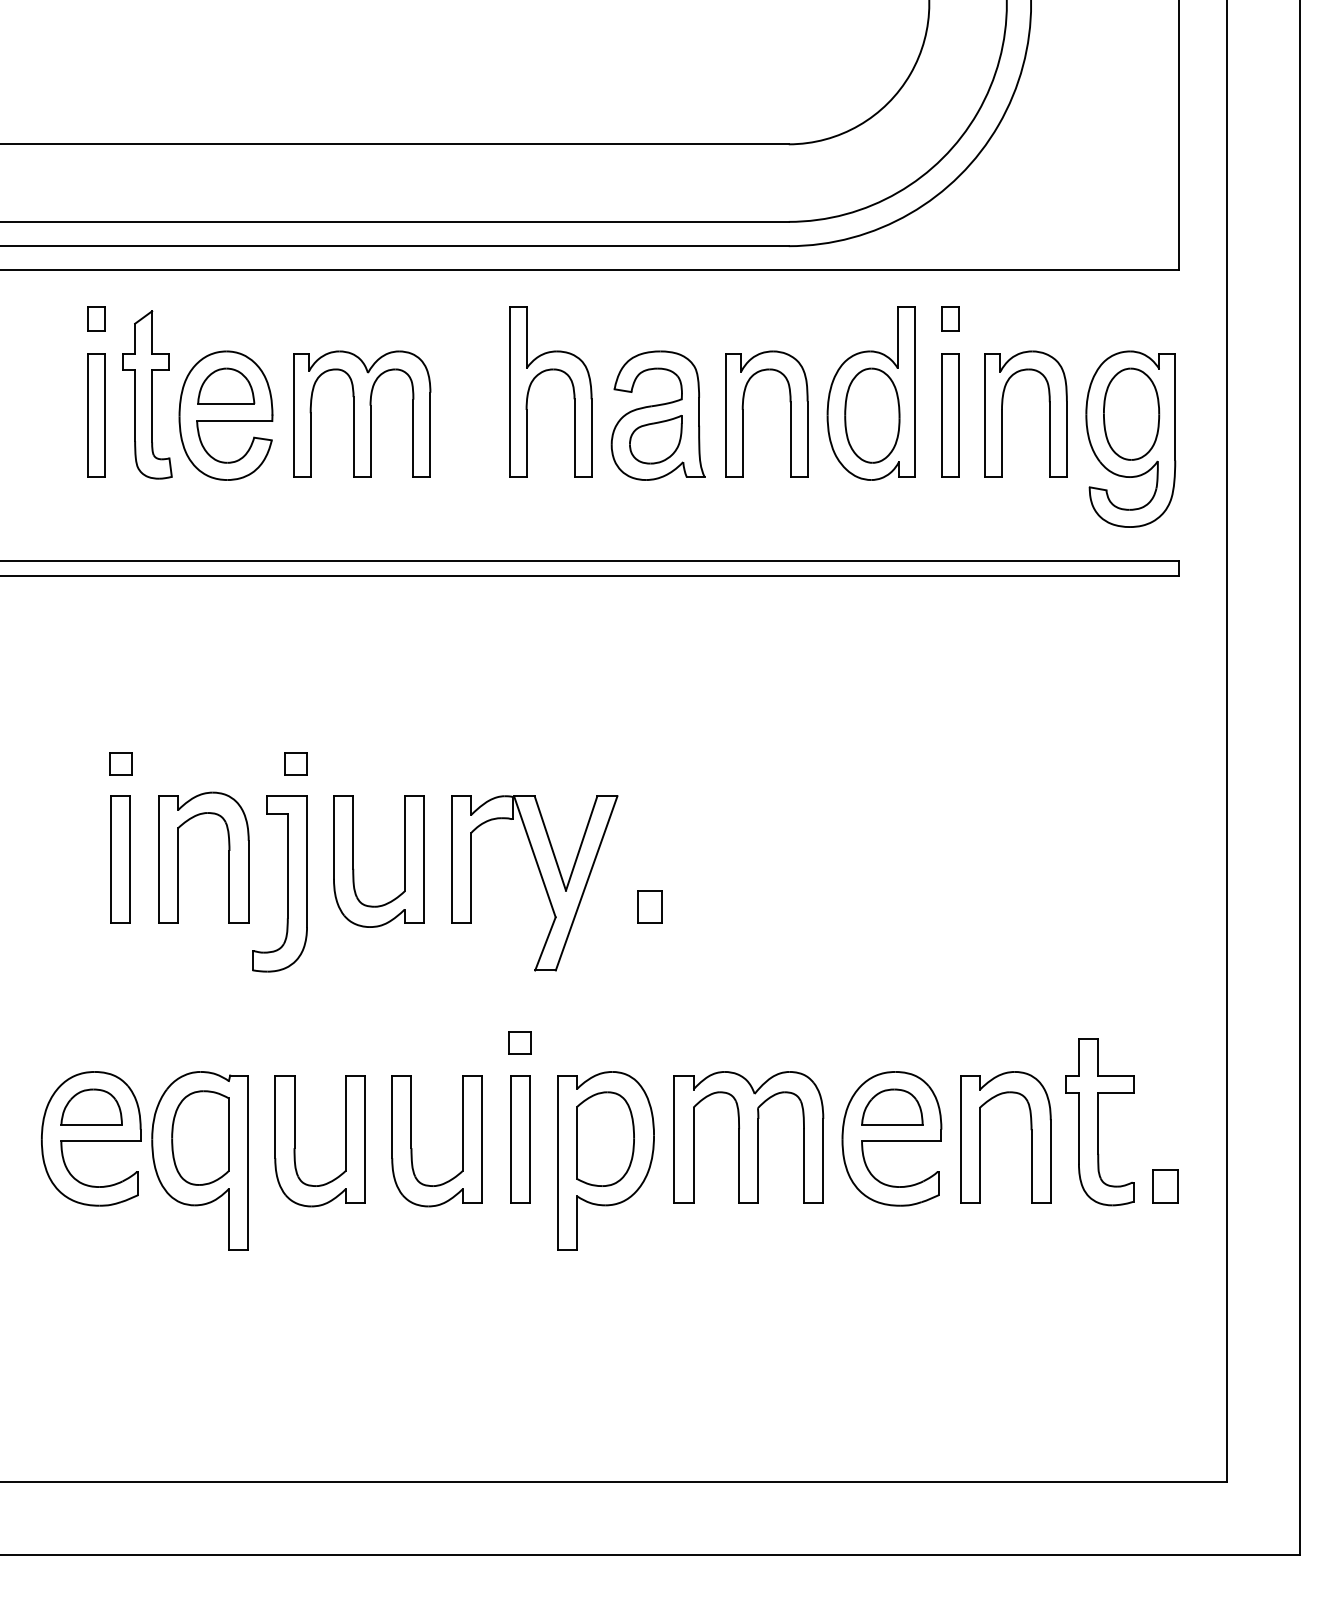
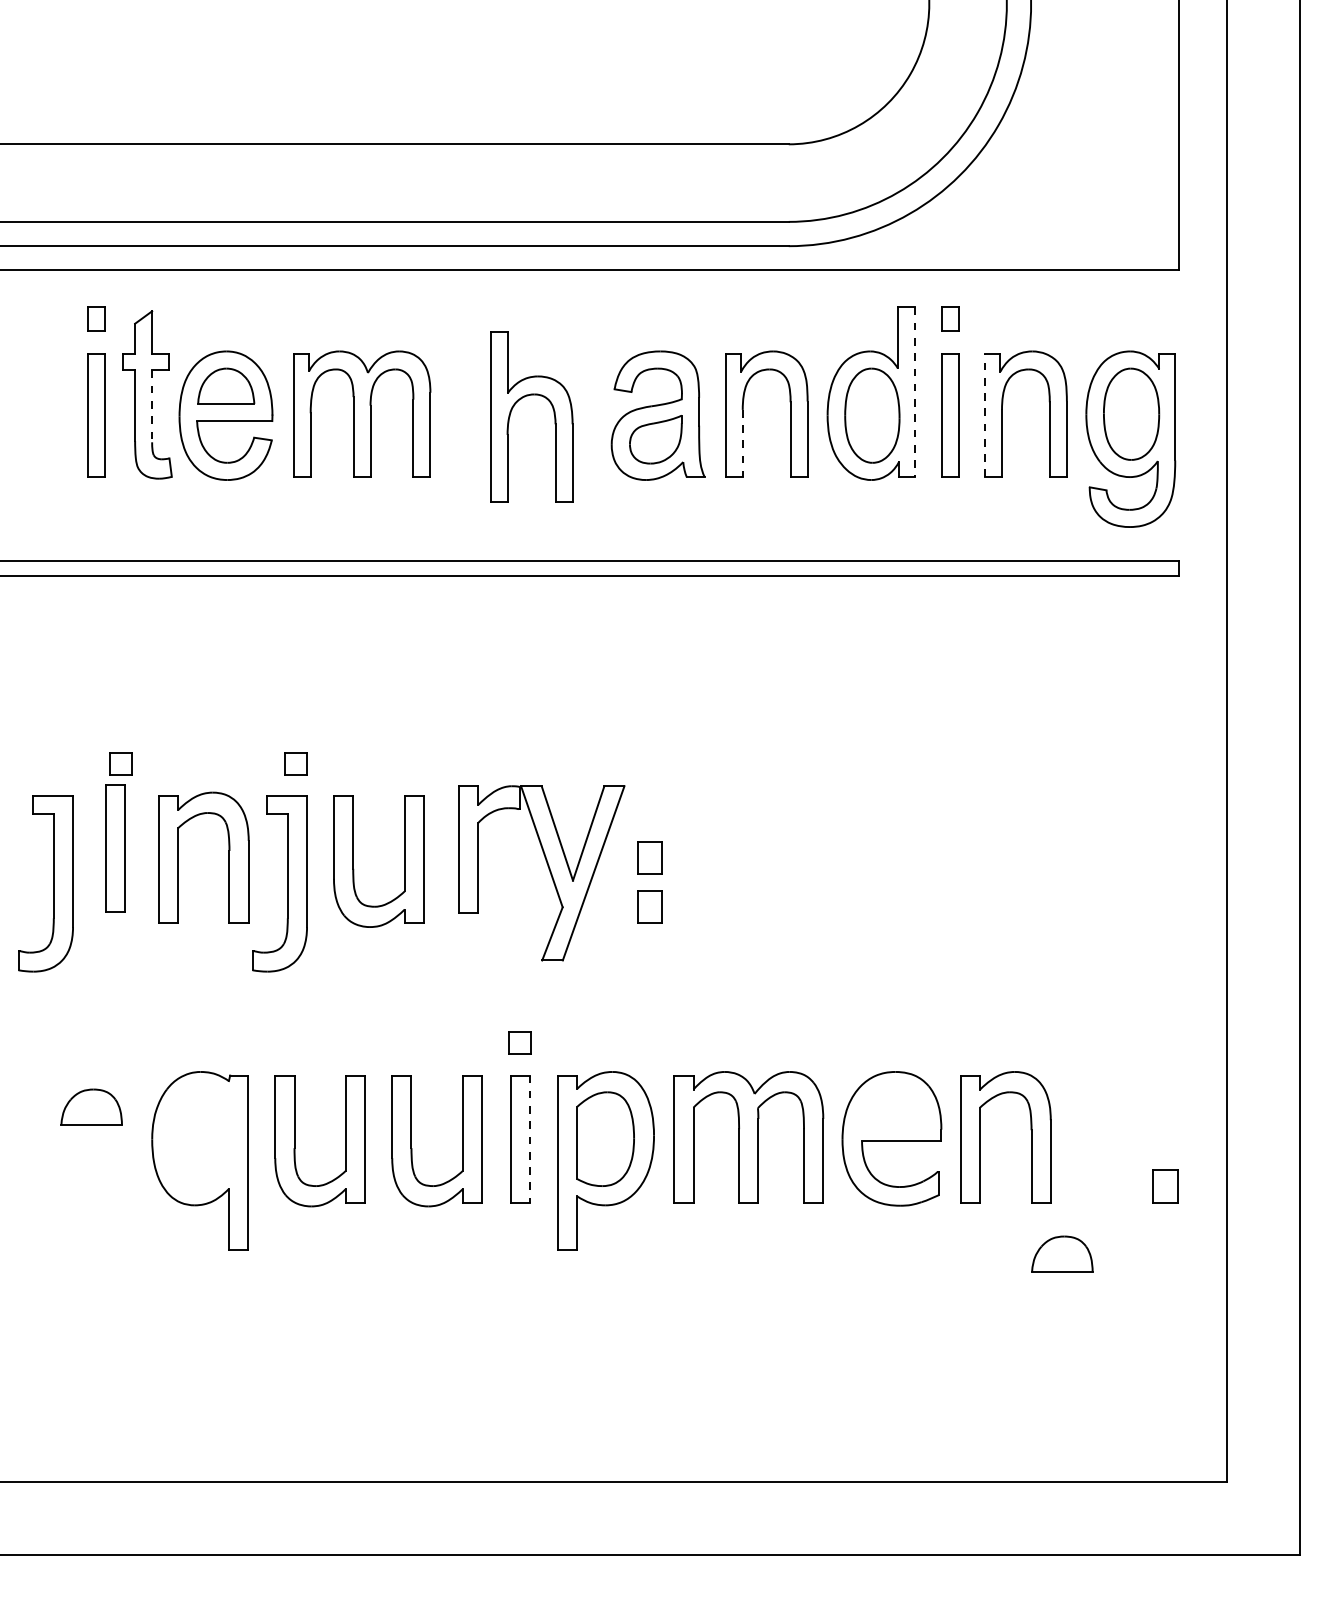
part at (532, 383) position: (532, 383) -> (513, 408)
line at (915, 392): solid -> dashed
line at (152, 406): solid -> dashed
line at (984, 415): solid -> dashed
line at (742, 443): solid -> dashed
part at (649, 857): none -> present
part at (120, 859) position: (120, 859) -> (115, 848)
part at (541, 879) position: (541, 879) -> (548, 869)
part at (53, 883): none -> present
part at (892, 1106) position: (892, 1106) -> (1062, 1253)
part at (1099, 1122): present -> none
part at (200, 1137): present -> none
part at (90, 1138): present -> none
line at (529, 1139): solid -> dashed
